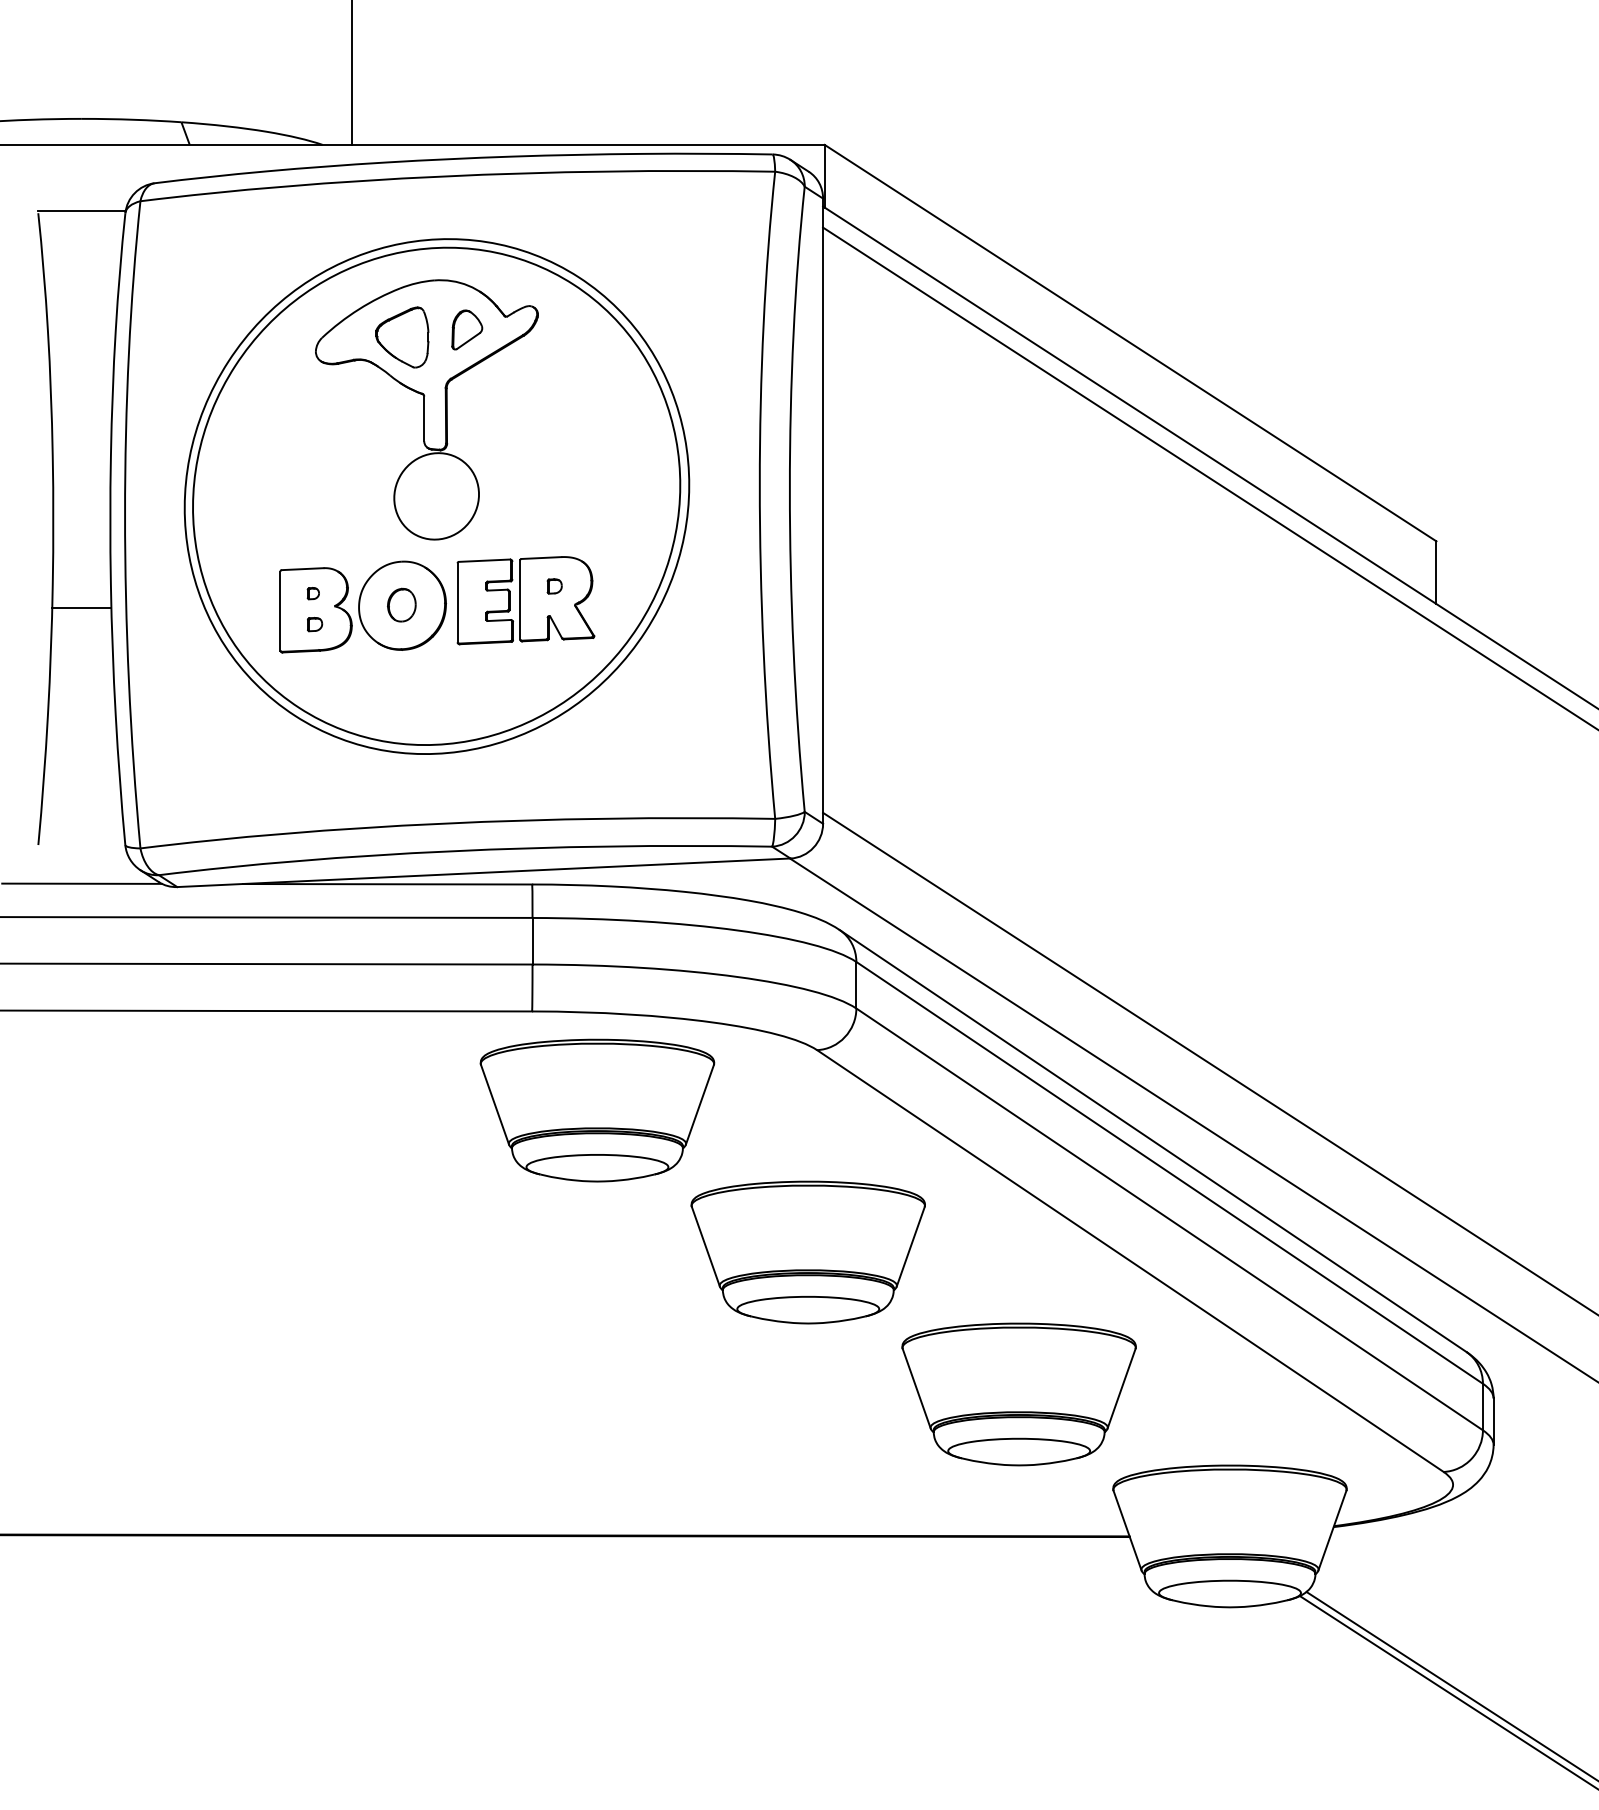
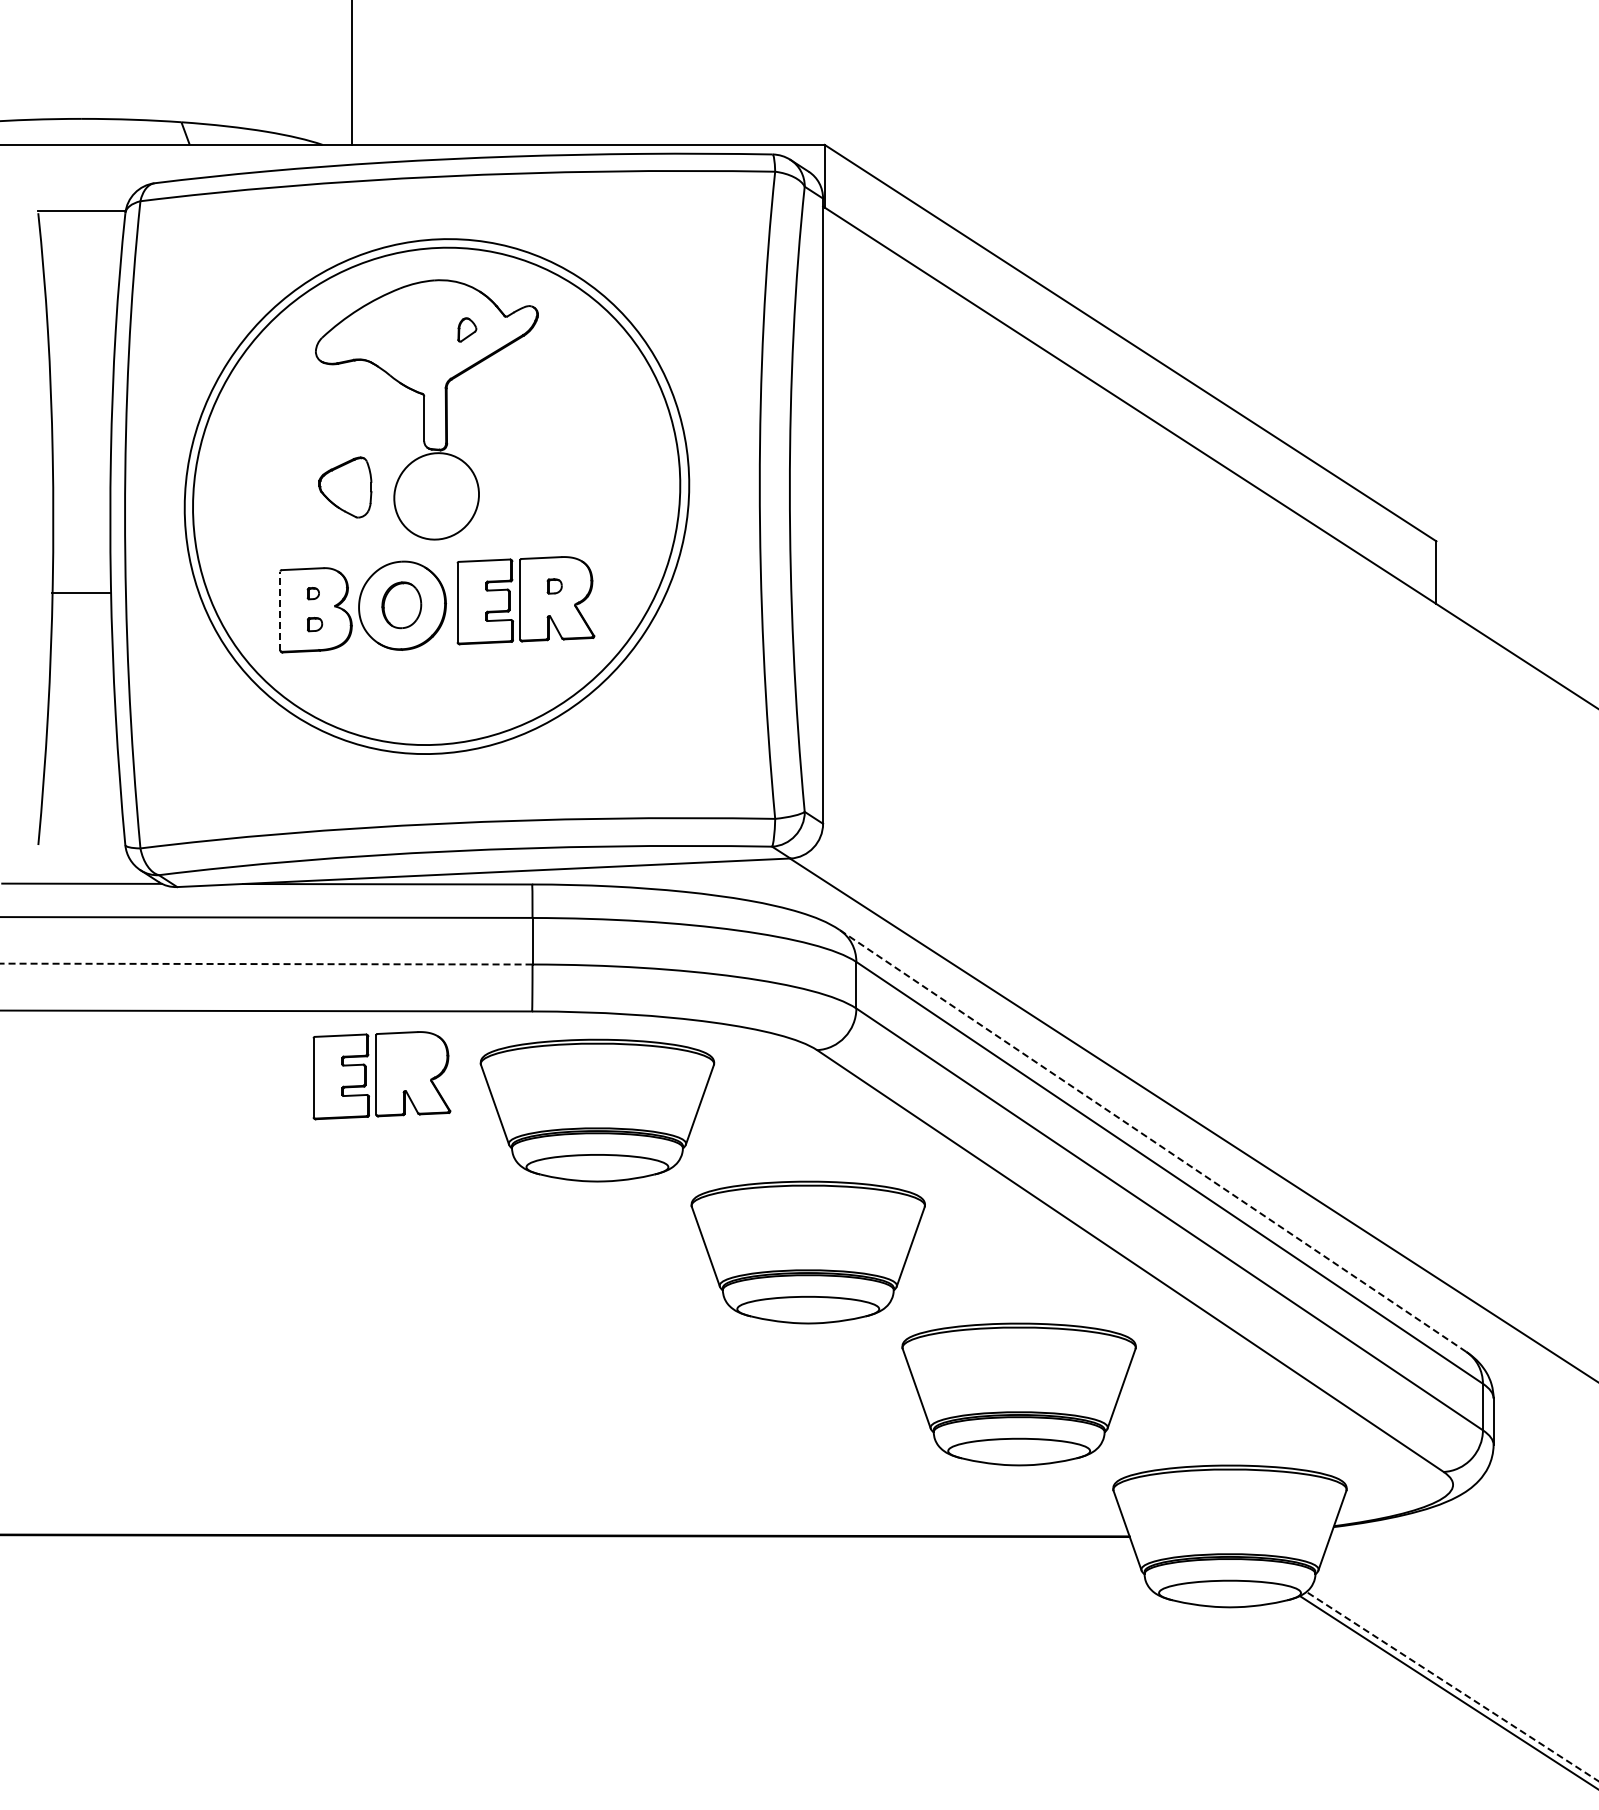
part at (467, 329) size: 33x42 px -> 21x26 px
part at (402, 337) position: (402, 337) -> (345, 487)
line at (1209, 477): present -> none
part at (401, 604) size: 30x36 px -> 42x49 px
line at (81, 607) position: (81, 607) -> (81, 592)
line at (280, 611): solid -> dashed
line at (266, 964): solid -> dashed
line at (1209, 1062): present -> none
part at (381, 1075): none -> present
line at (1153, 1140): solid -> dashed
line at (1452, 1686): solid -> dashed
